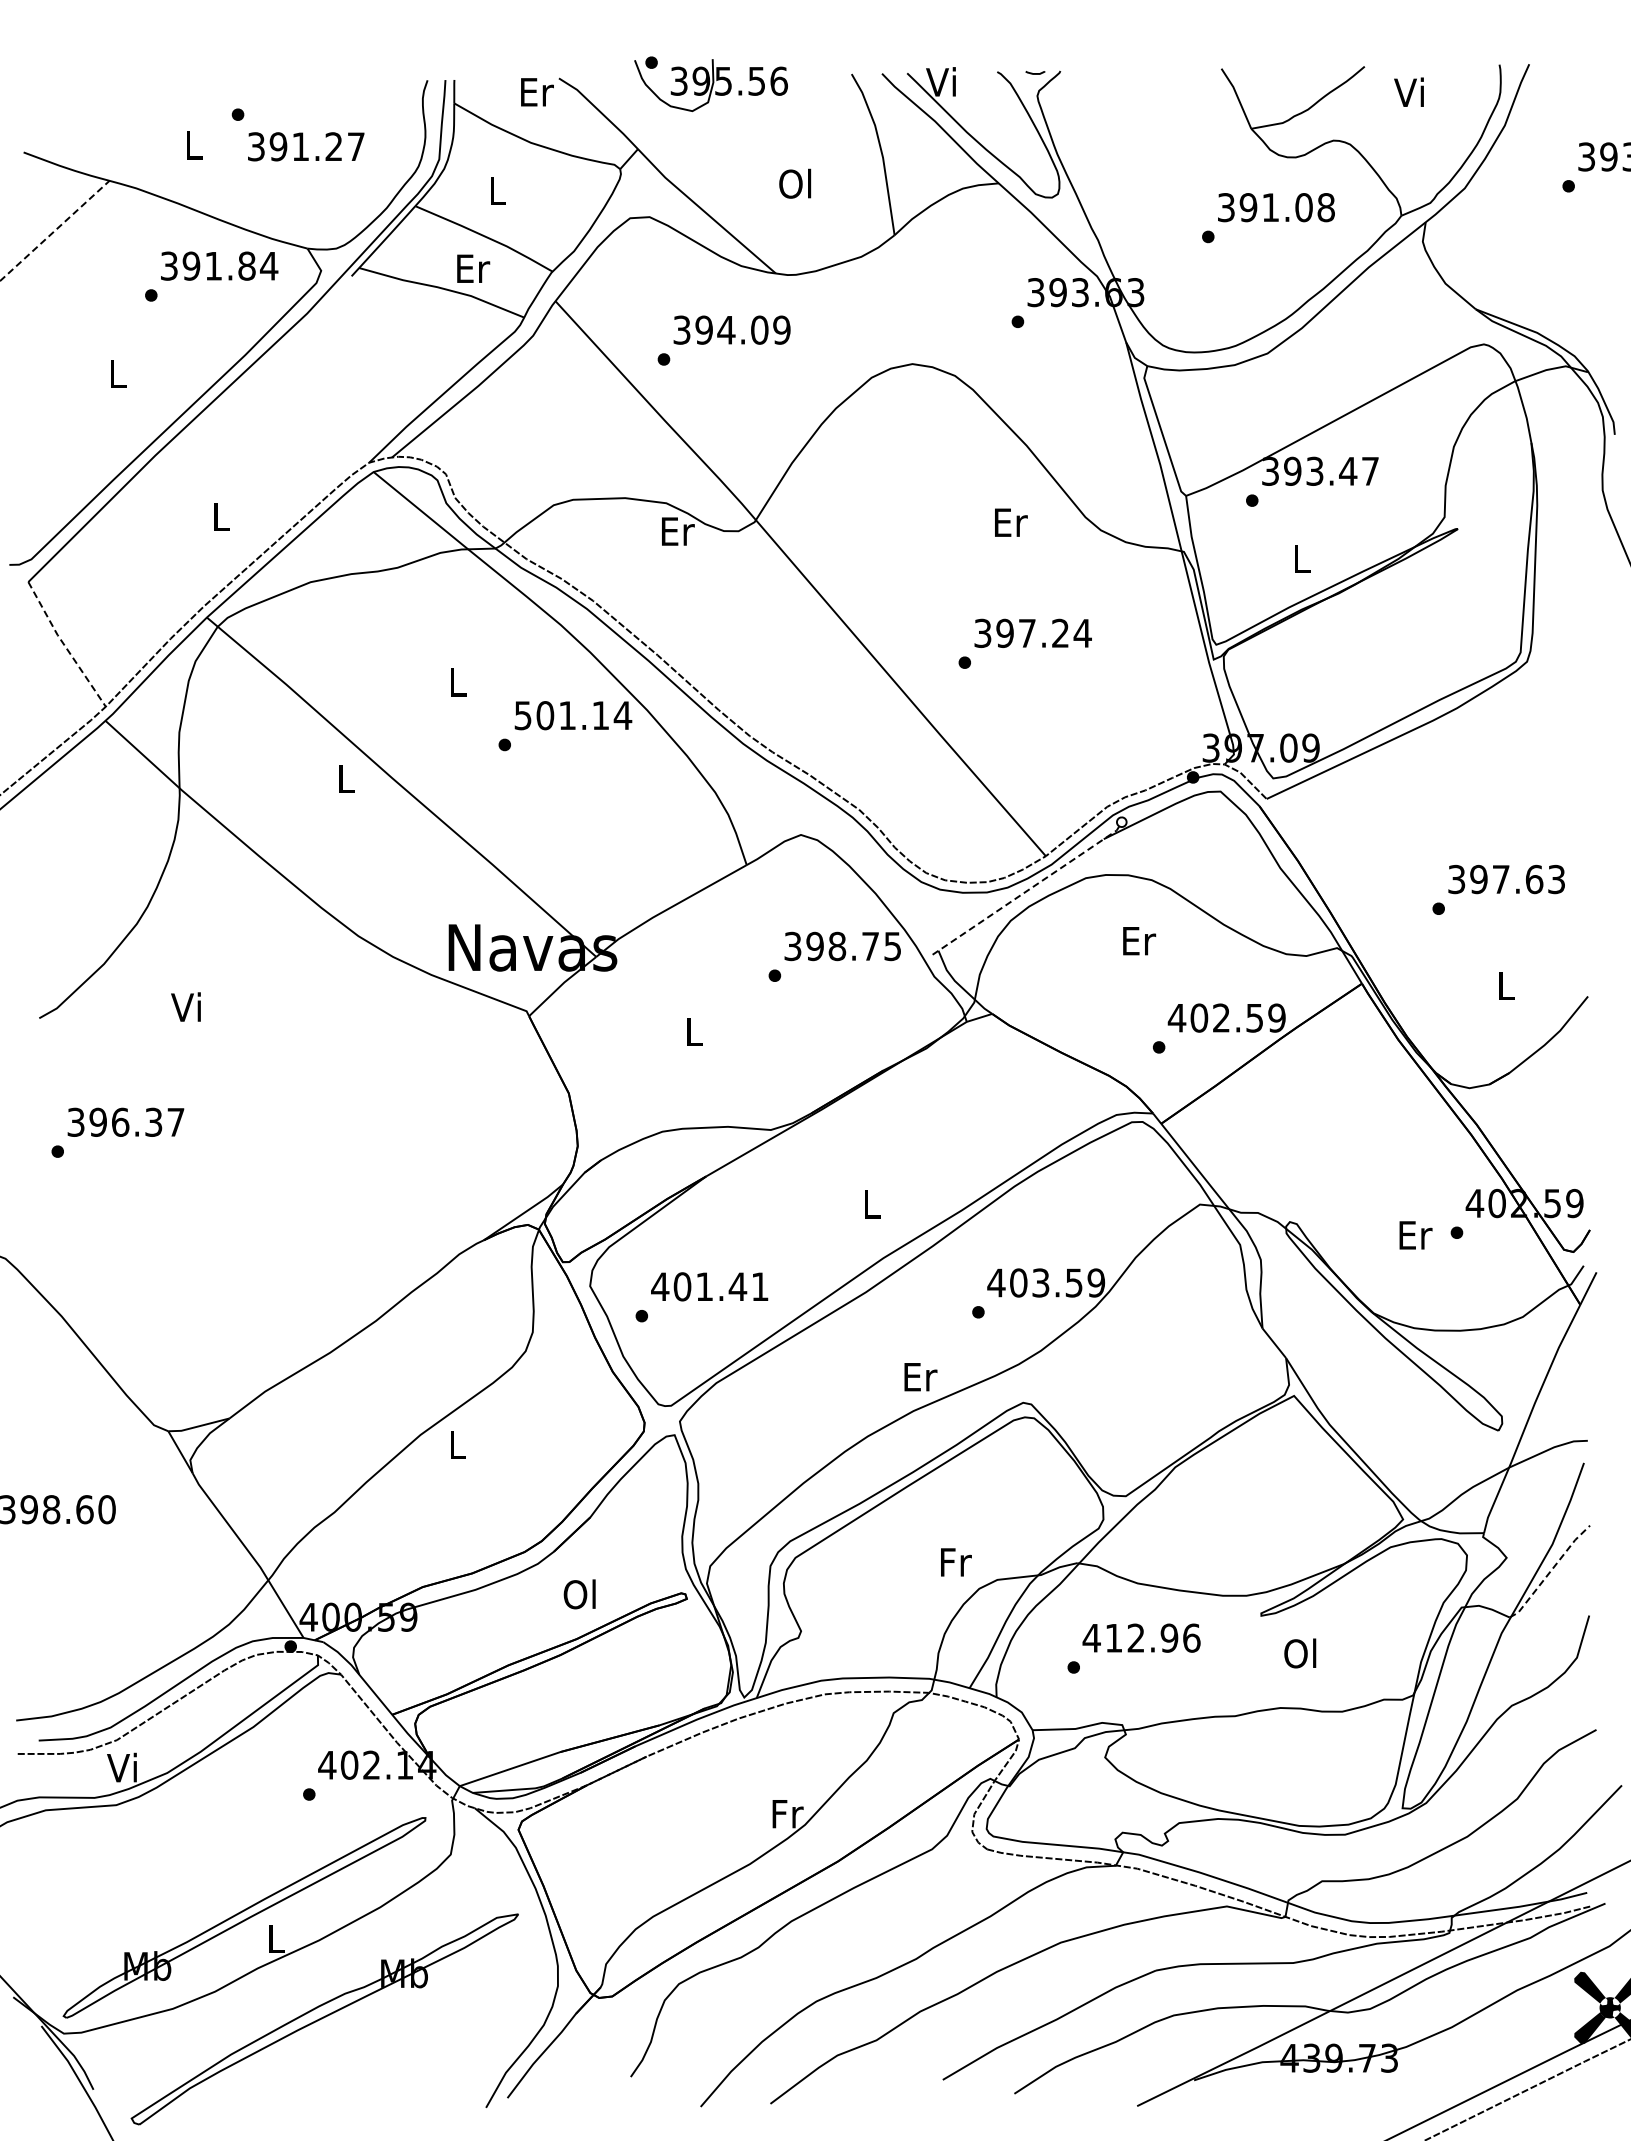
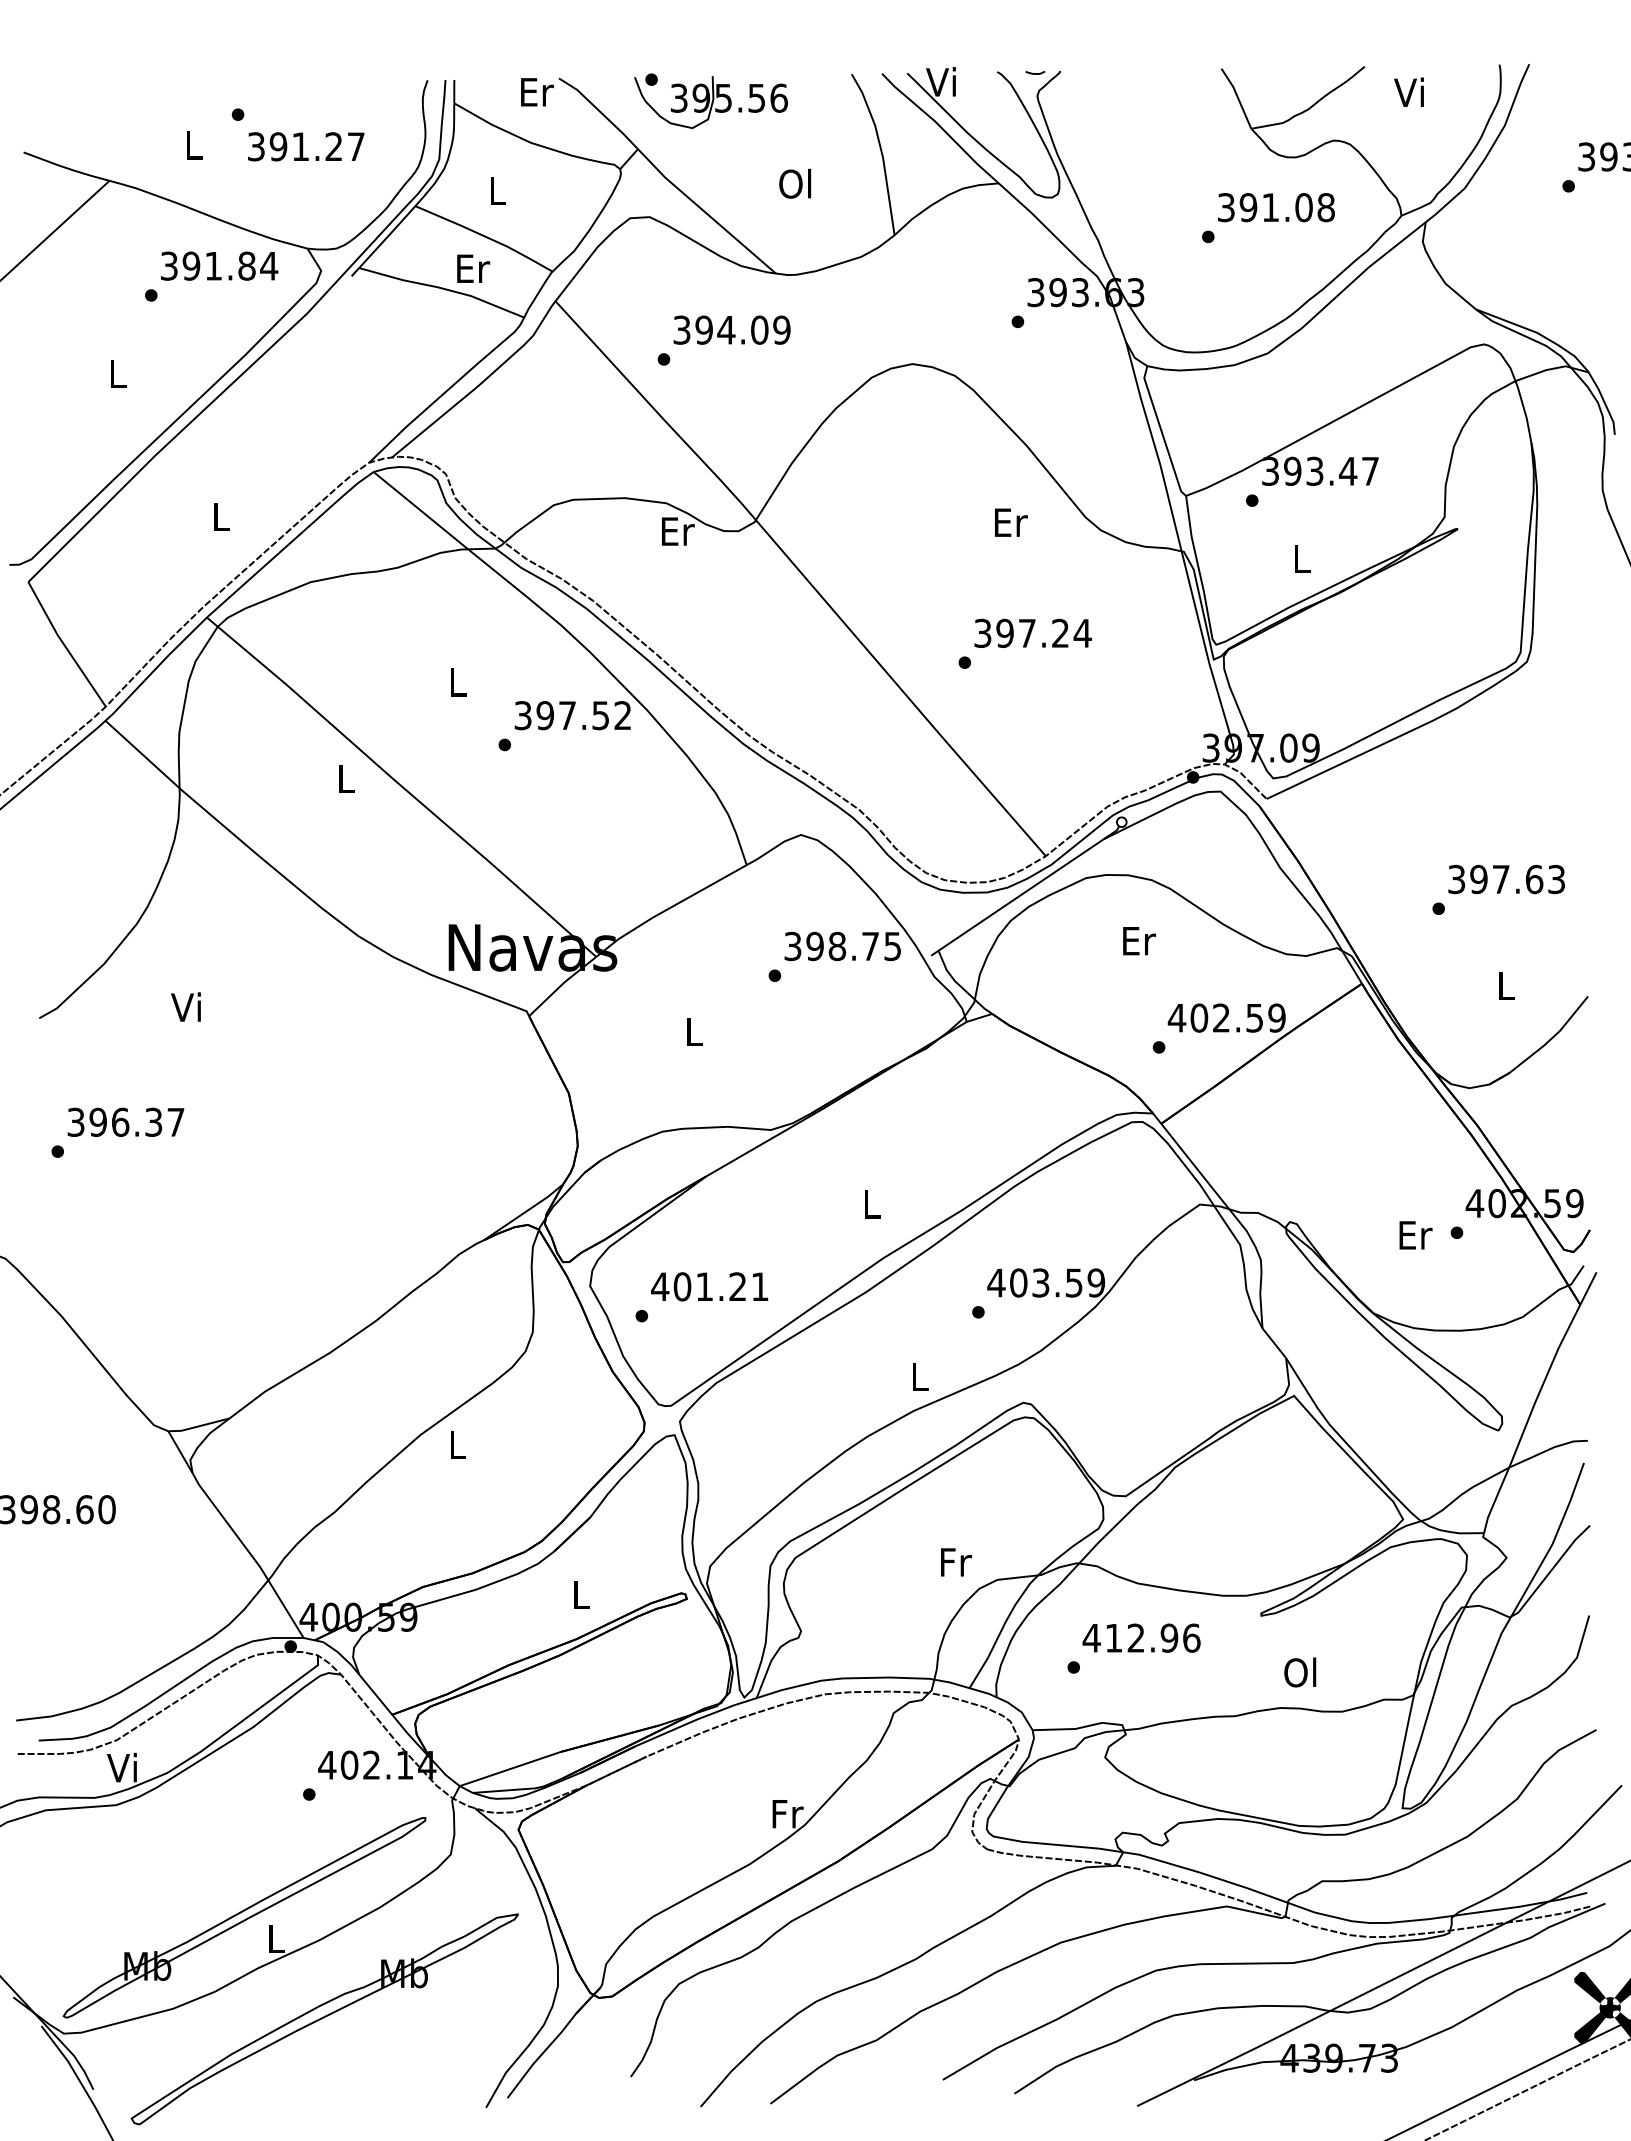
part at (710, 84) position: (710, 84) -> (710, 101)
line at (55, 230): dashed -> solid
line at (64, 645): dashed -> solid
text at (573, 715): 501.14 -> 397.52
line at (1026, 891): dashed -> solid
text at (737, 1286): 401.41 -> 401.21
text at (920, 1377): Er -> L
line at (1550, 1572): dashed -> solid
text at (579, 1594): Ol -> L
text at (1300, 1653) position: (1300, 1653) -> (1300, 1672)
